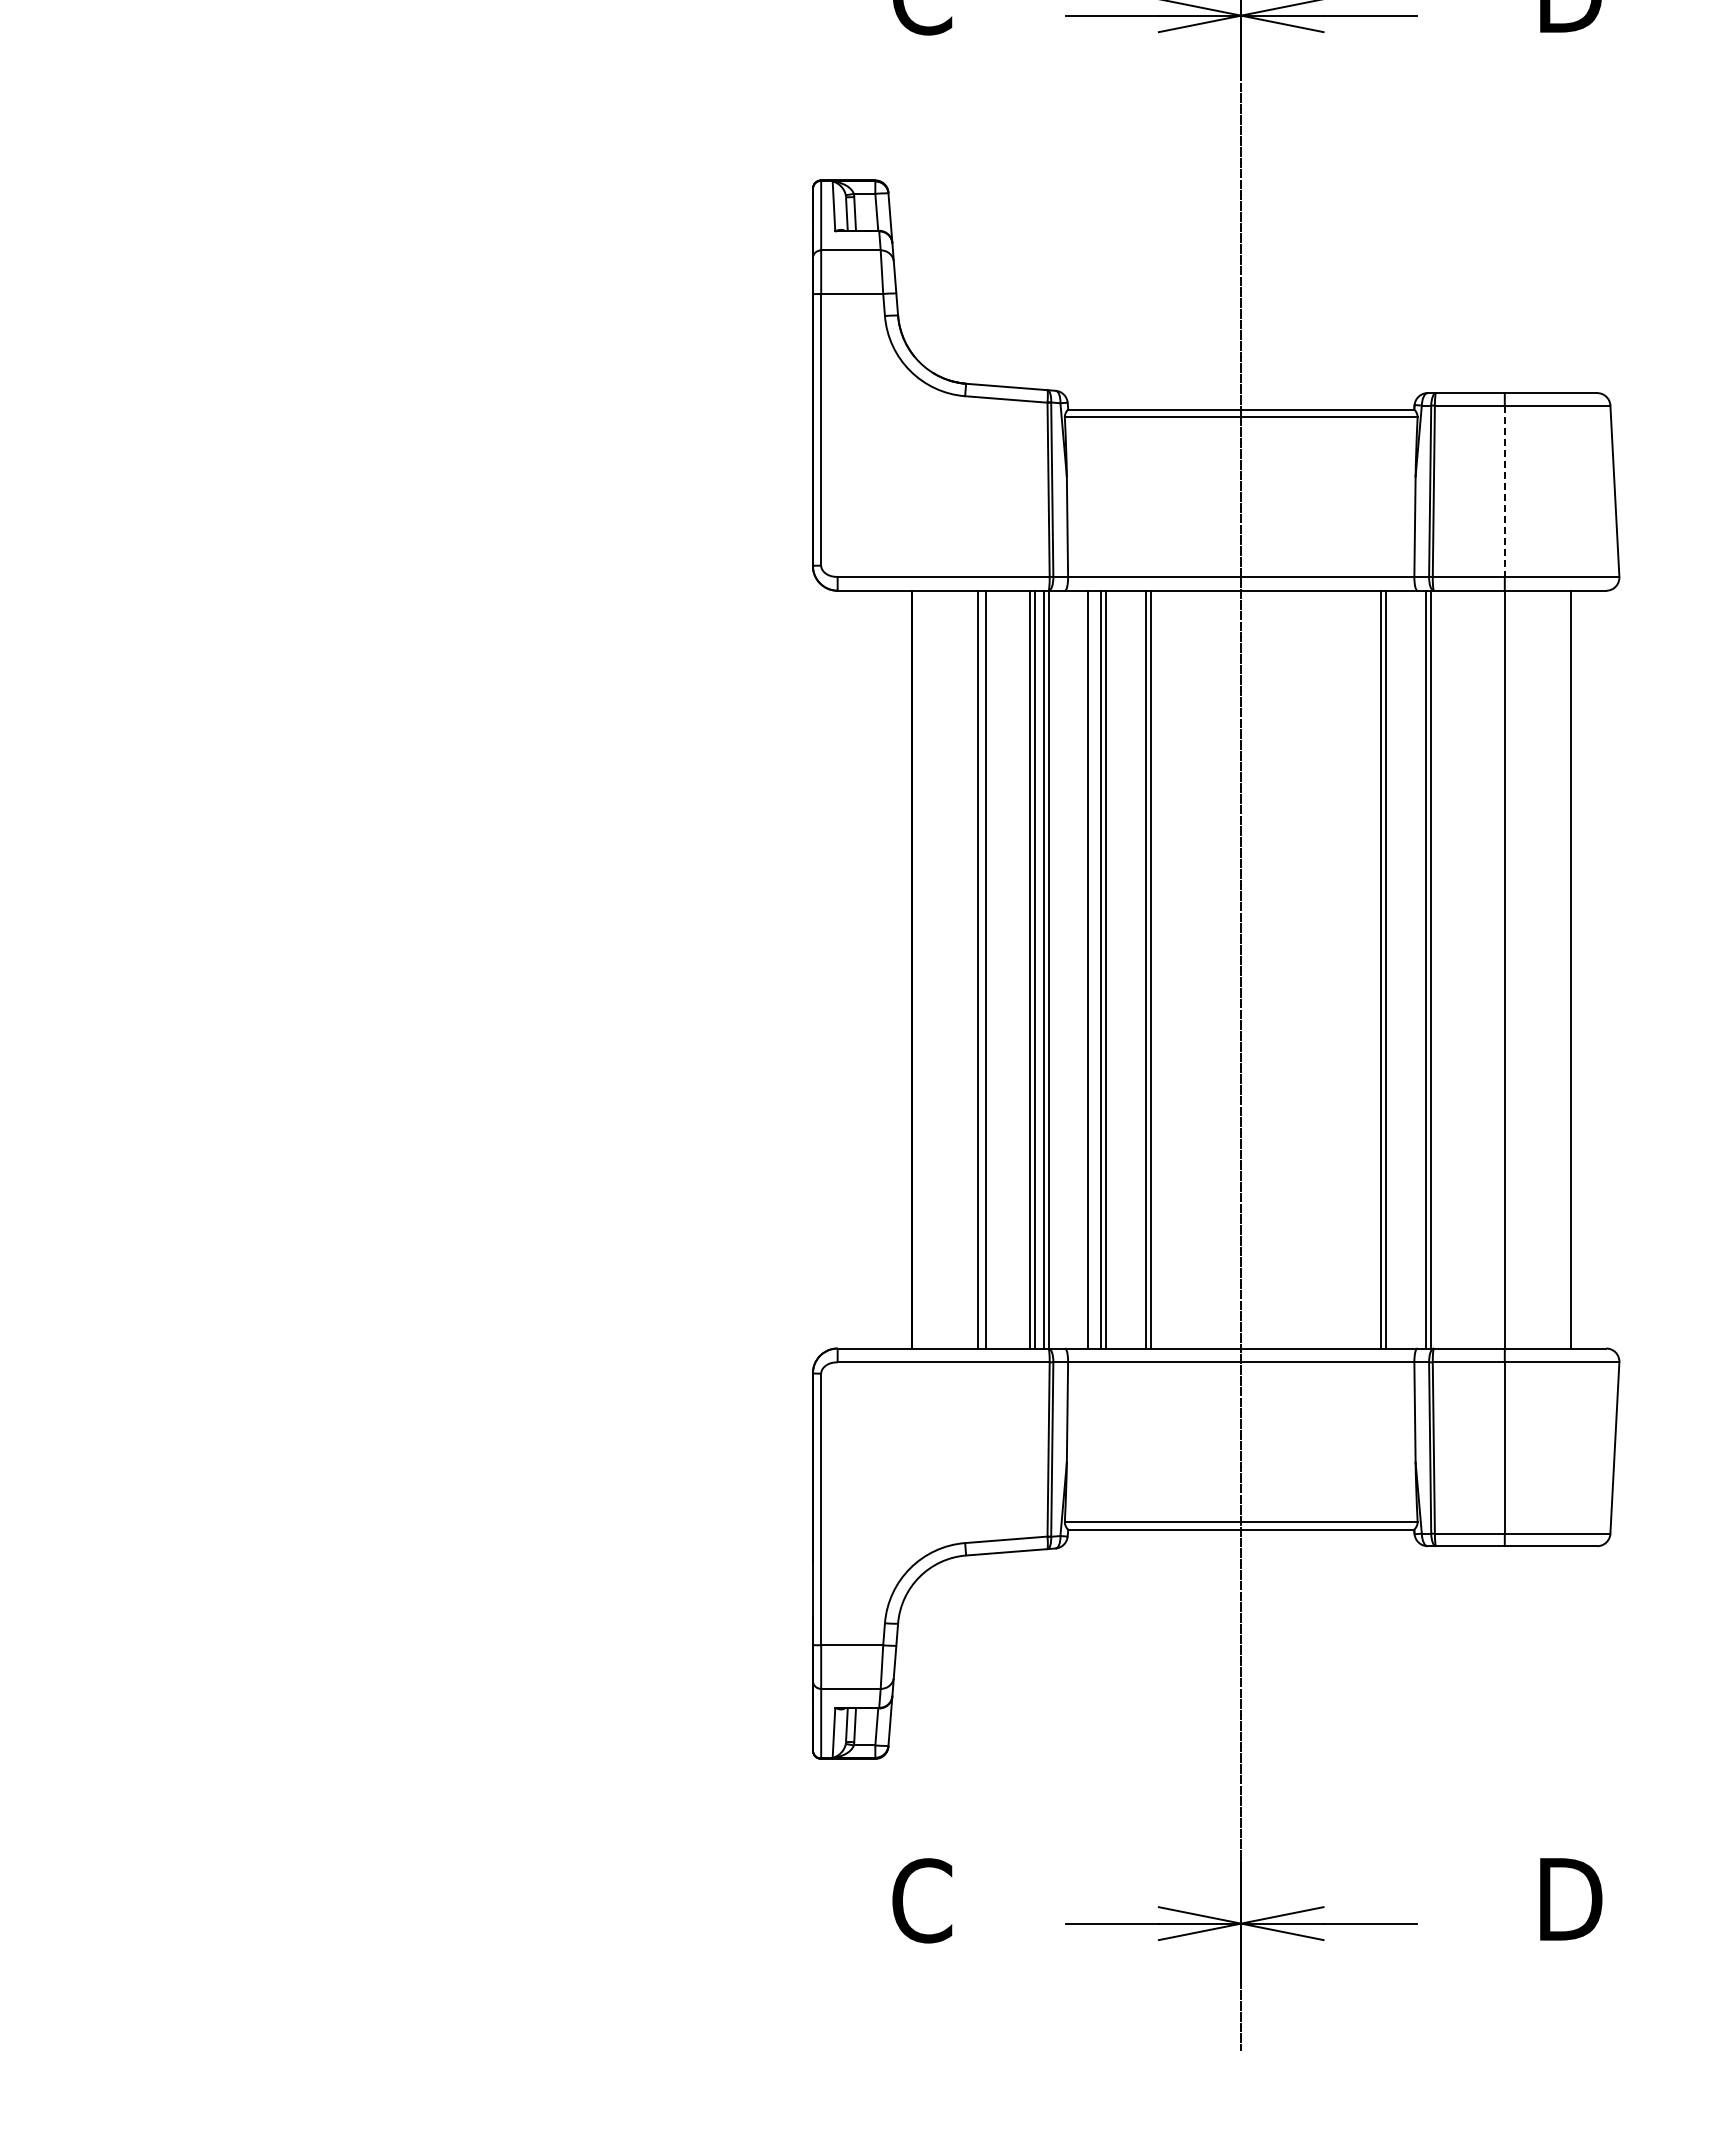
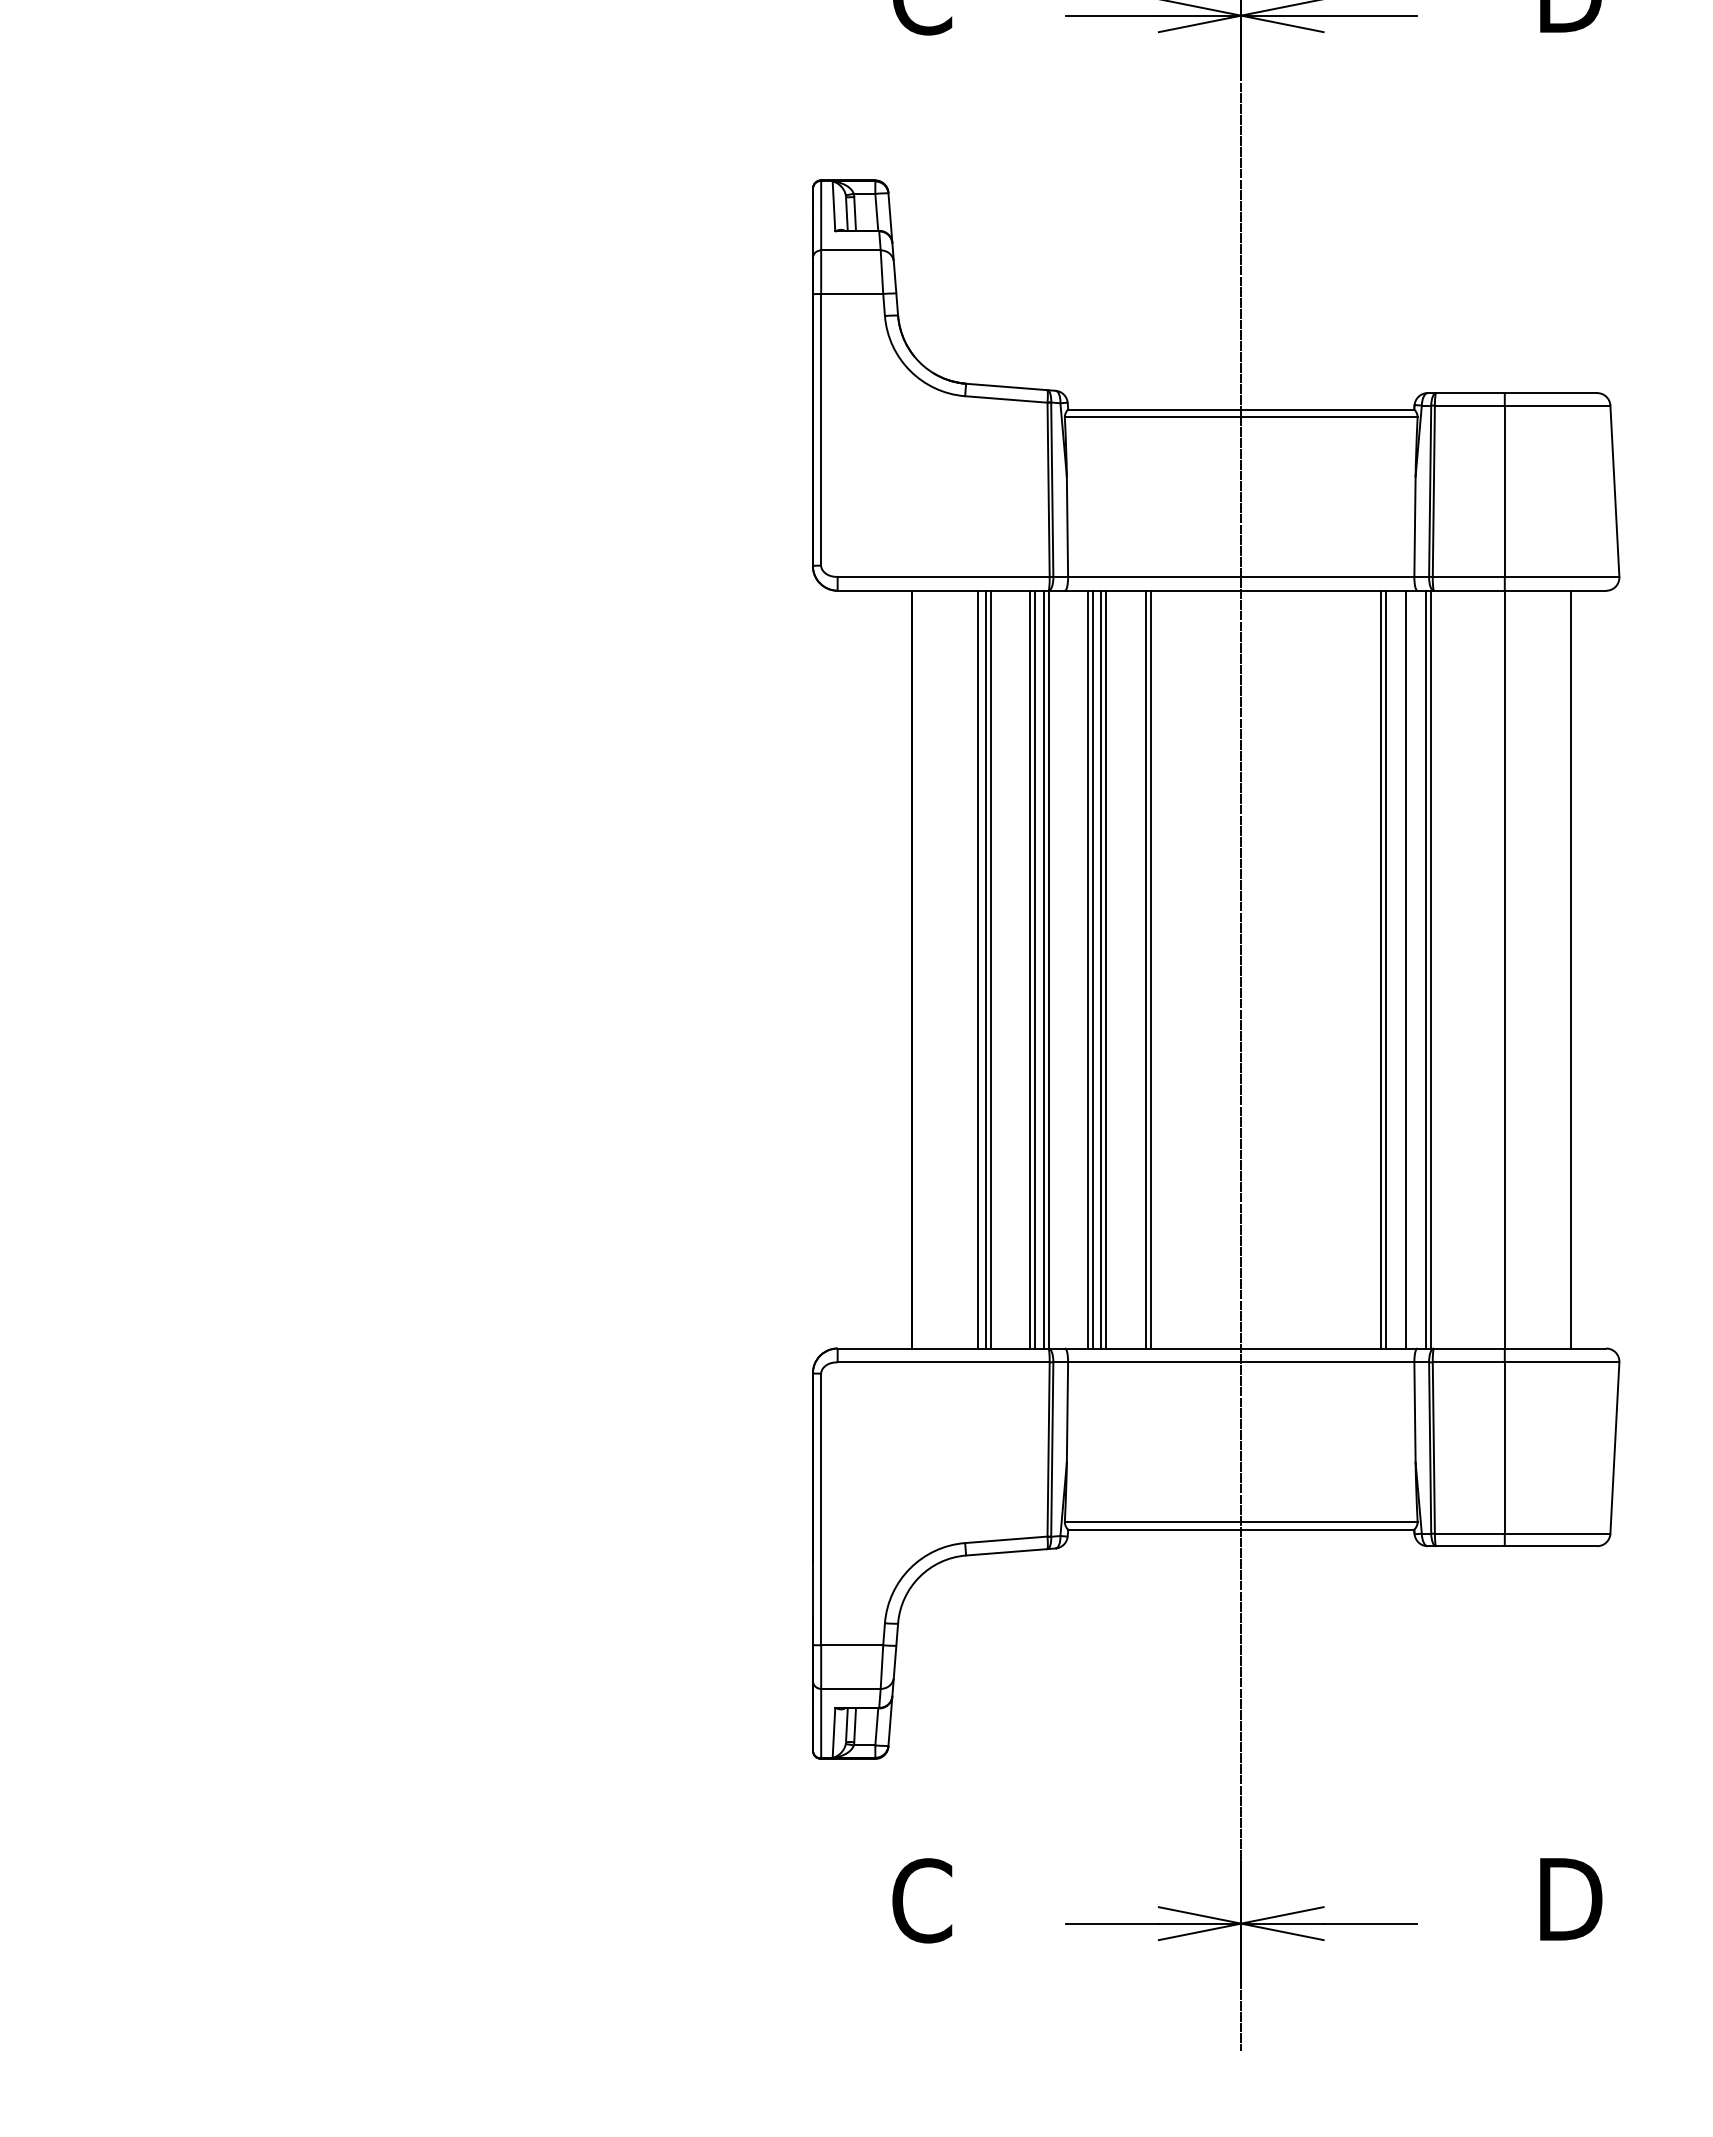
line at (1504, 491): dashed -> solid
line at (990, 969): none -> present
line at (1092, 969): none -> present
line at (1405, 969): none -> present
